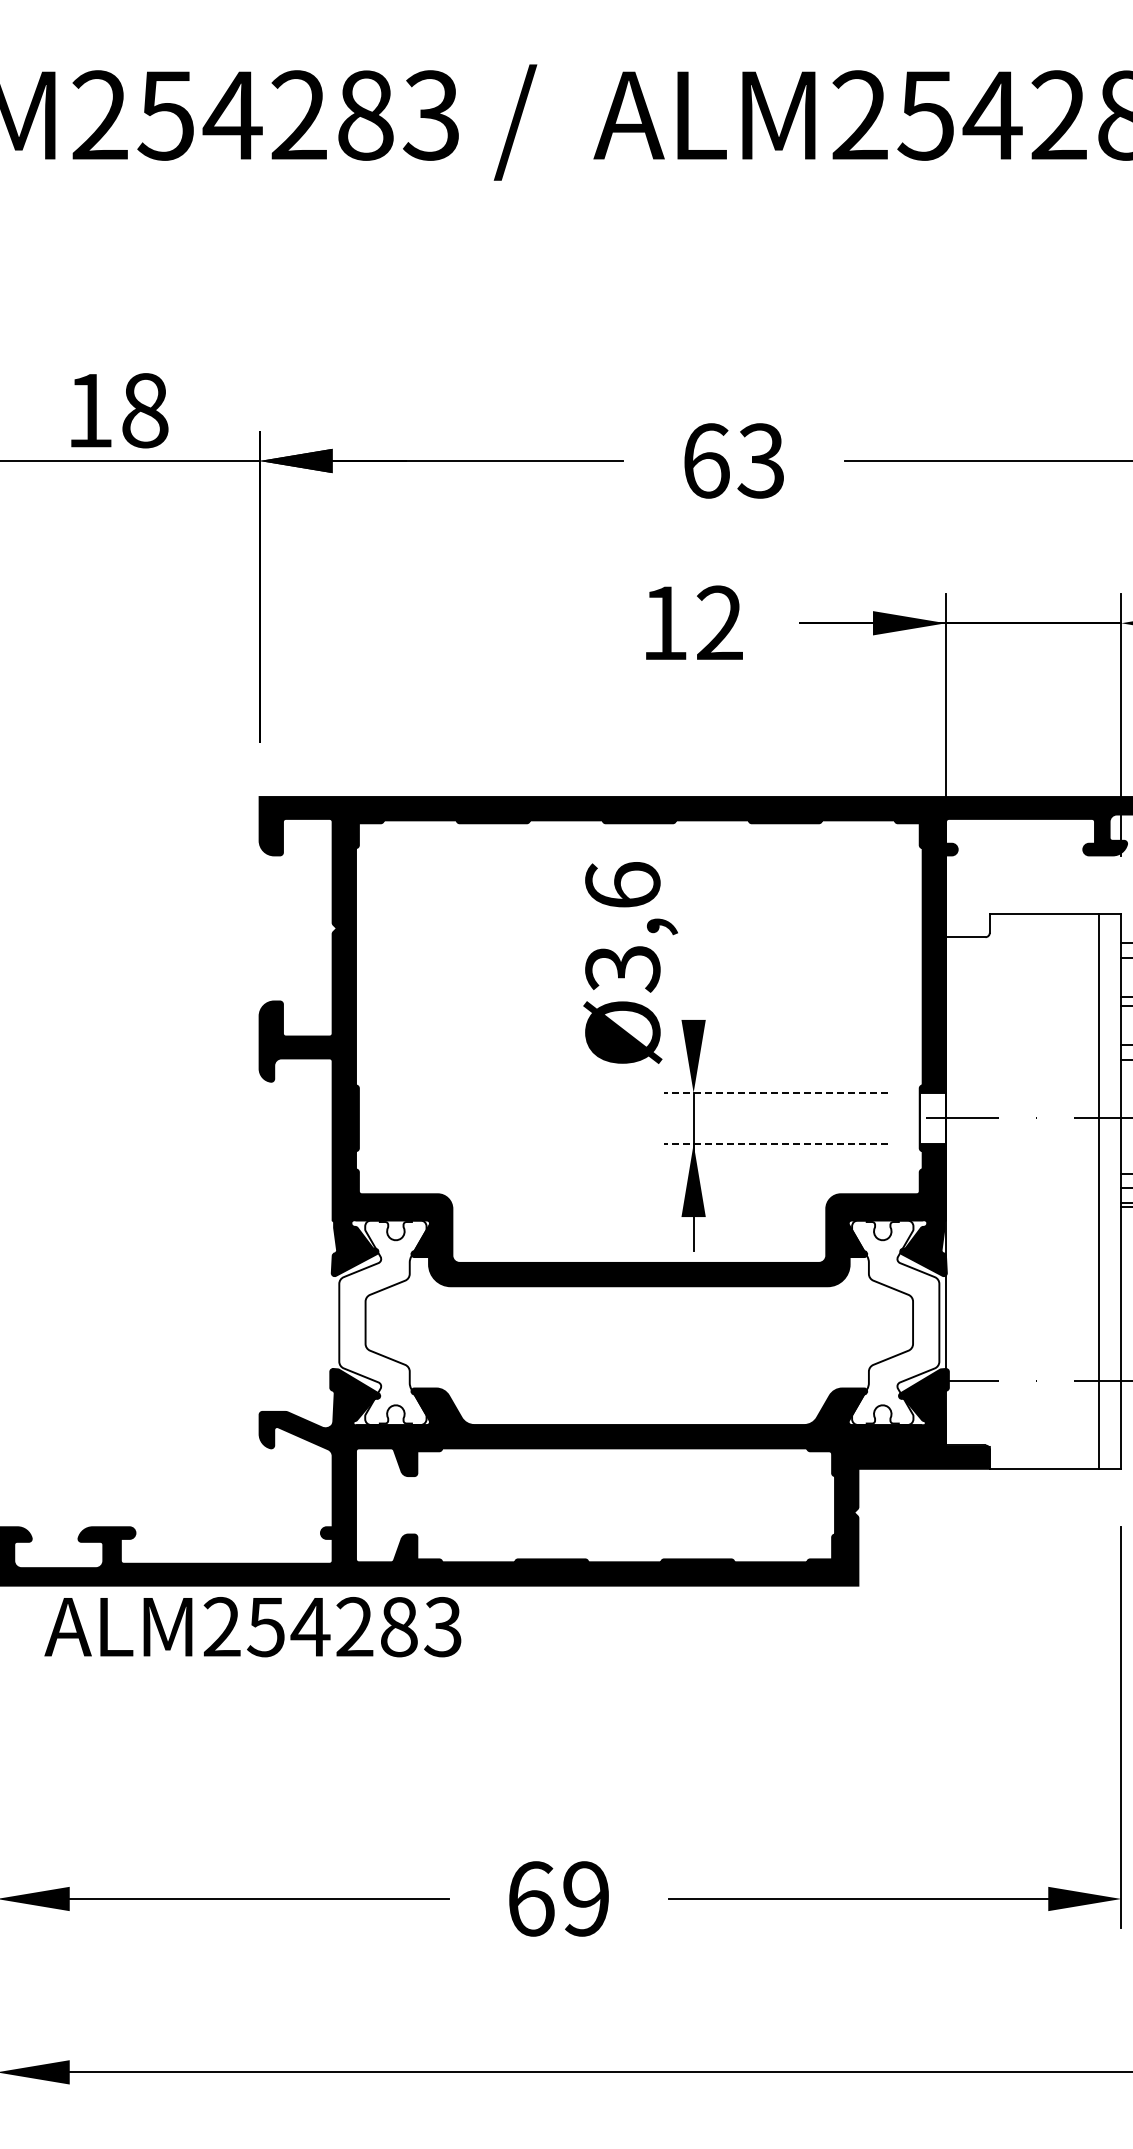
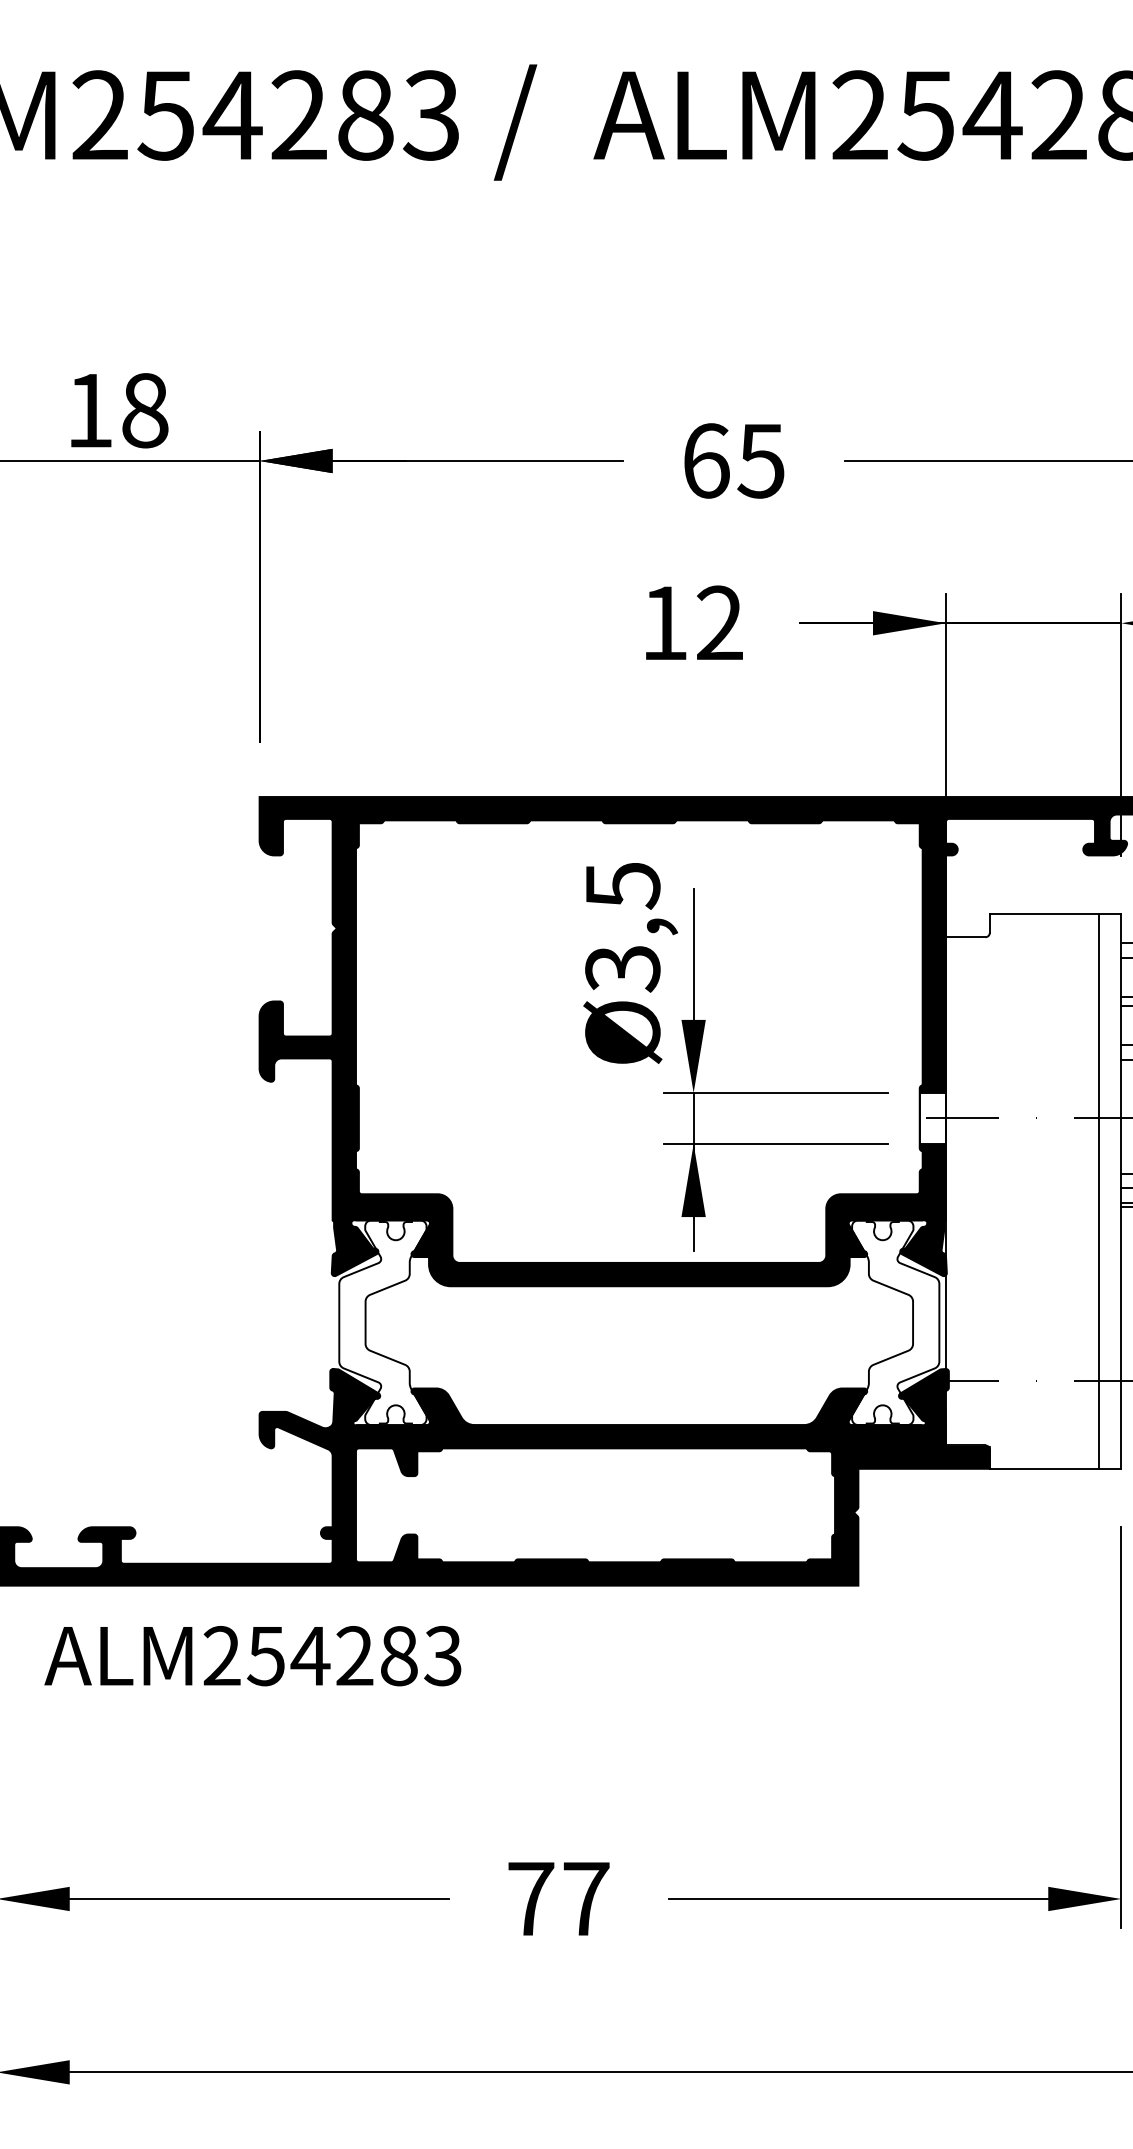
text at (760, 460): 63 -> 65
text at (622, 885): Ø3,6 -> Ø3,5
line at (693, 953): none -> present
line at (776, 1092): dashed -> solid
line at (776, 1144): dashed -> solid
text at (252, 1627) position: (252, 1627) -> (252, 1656)
text at (558, 1898): 69 -> 77
